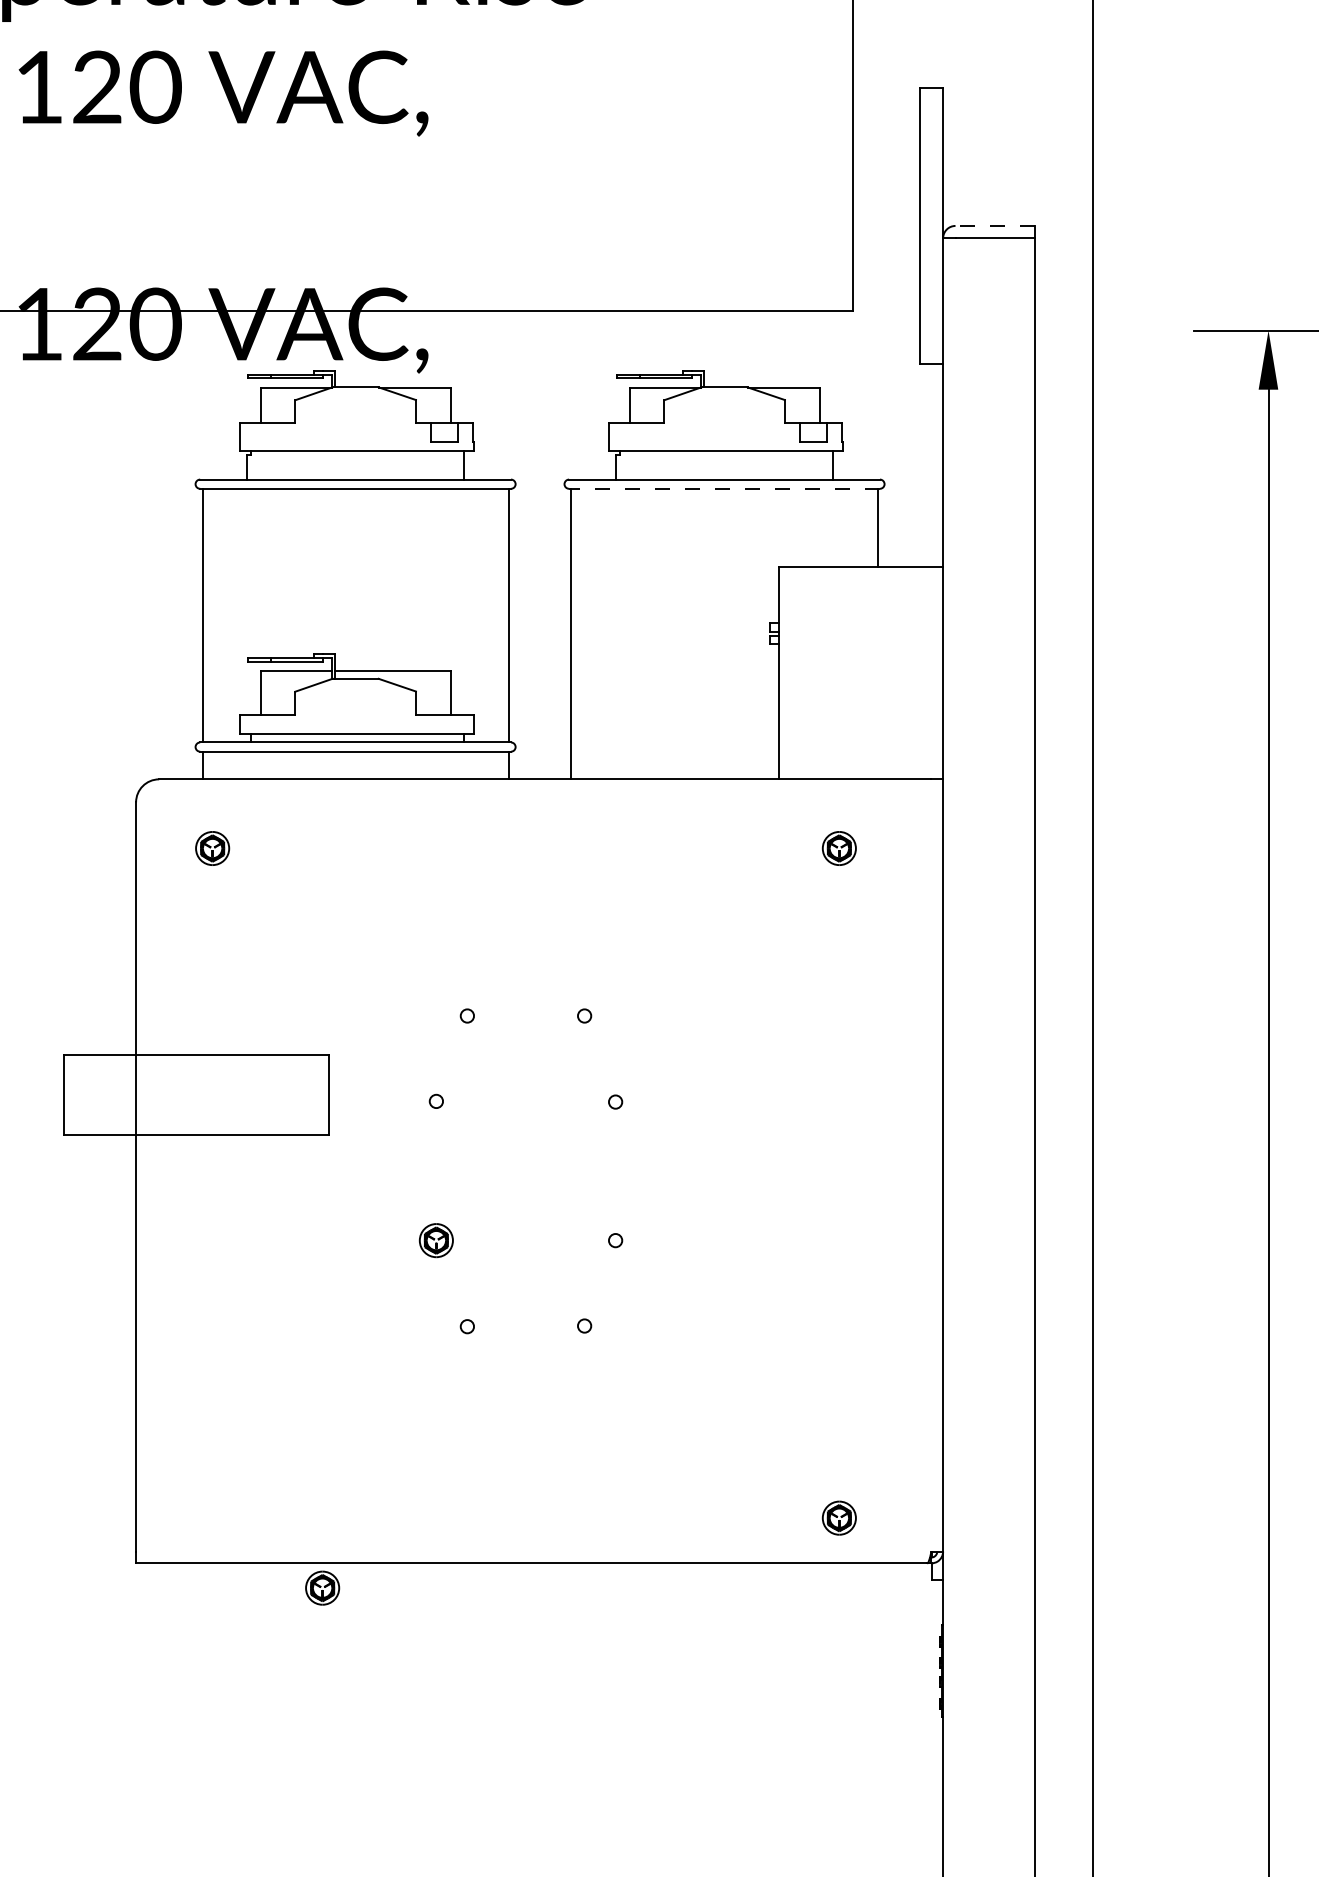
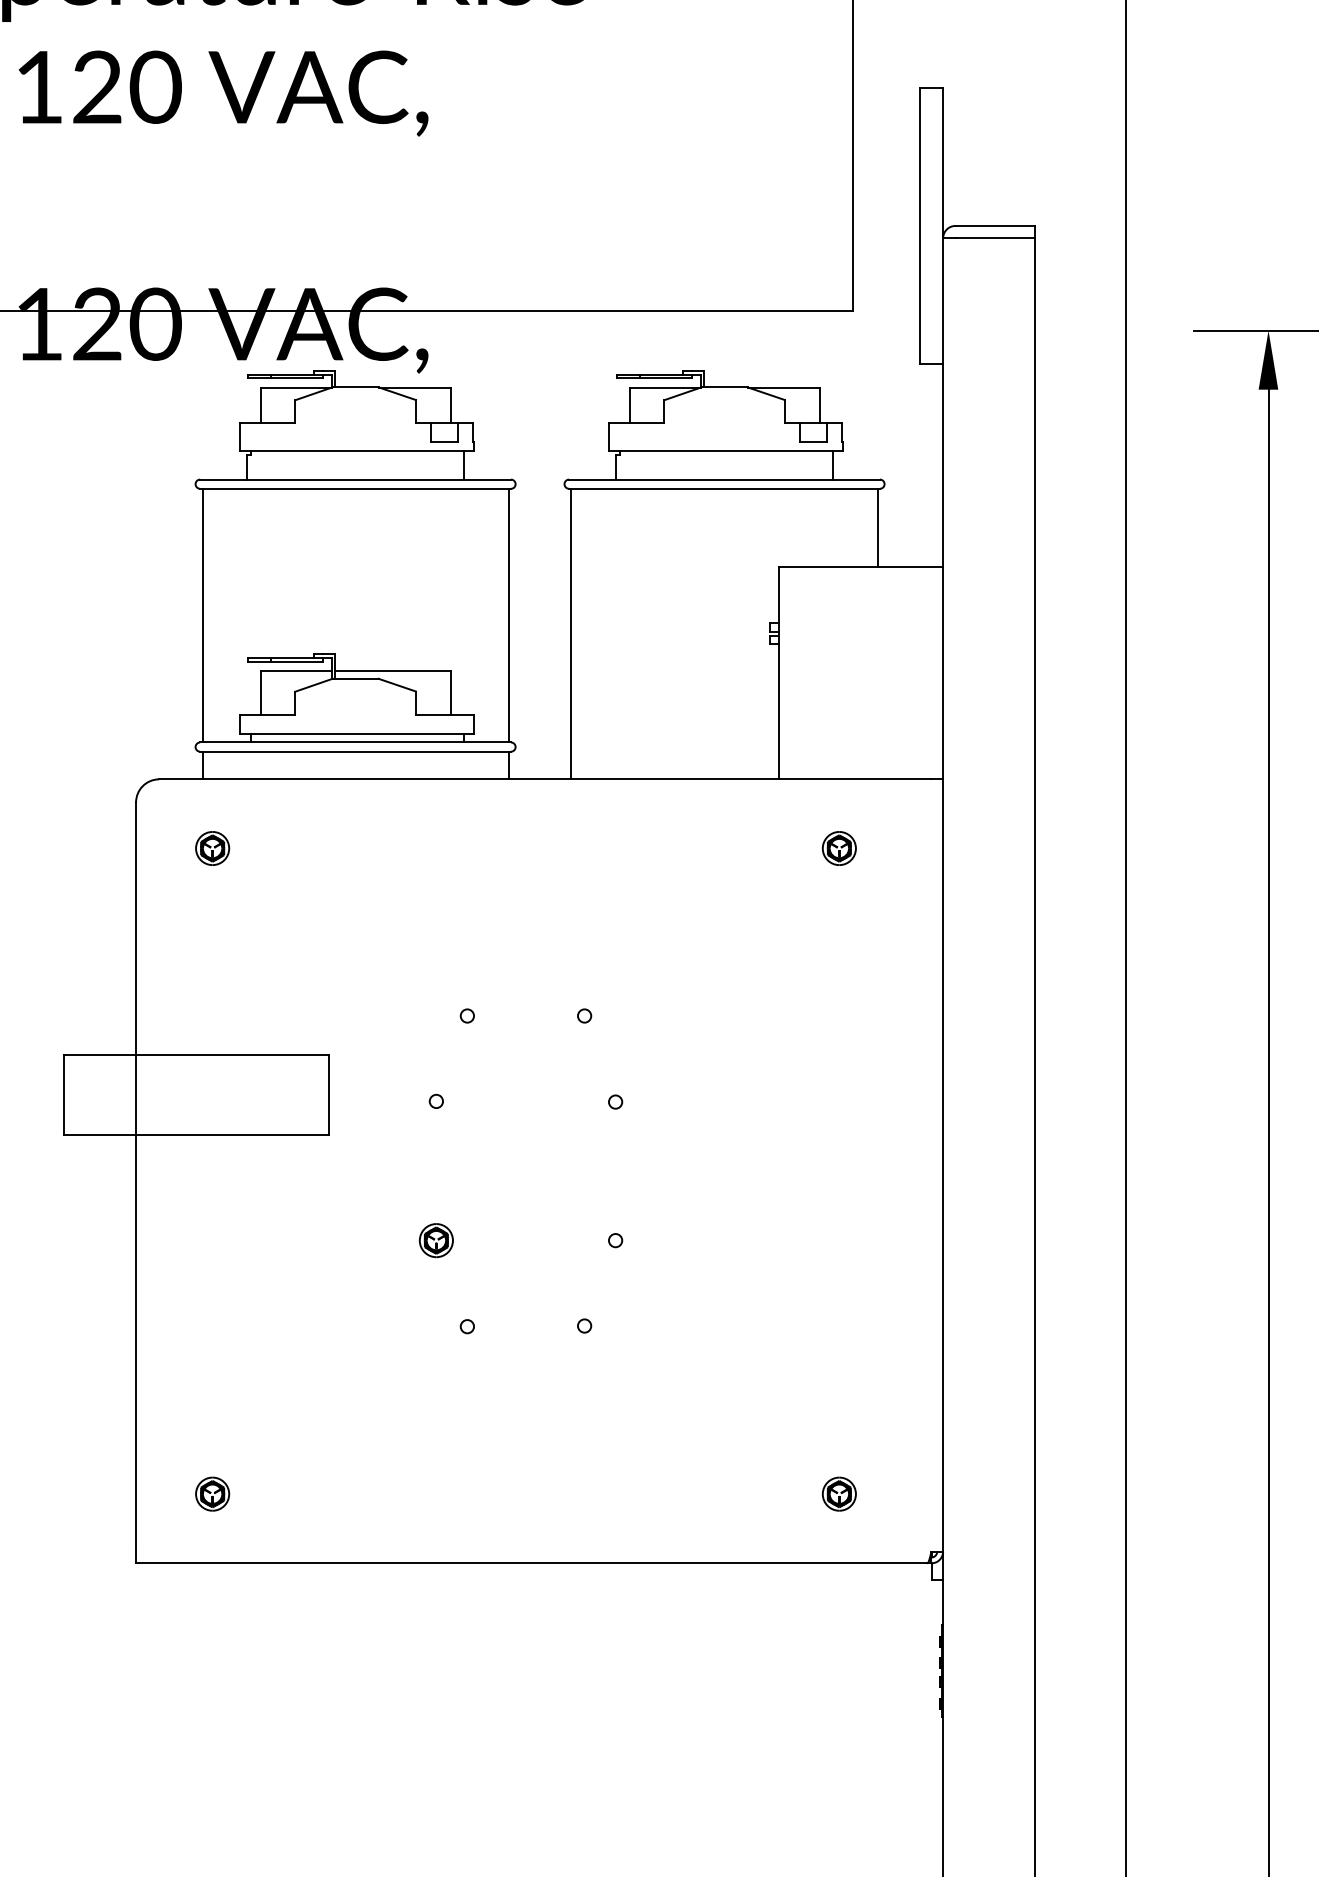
line at (995, 225): dashed -> solid
line at (724, 488): dashed -> solid
line at (1093, 937) position: (1093, 937) -> (1126, 937)
part at (838, 1517) position: (838, 1517) -> (838, 1493)
part at (322, 1587) position: (322, 1587) -> (212, 1493)
